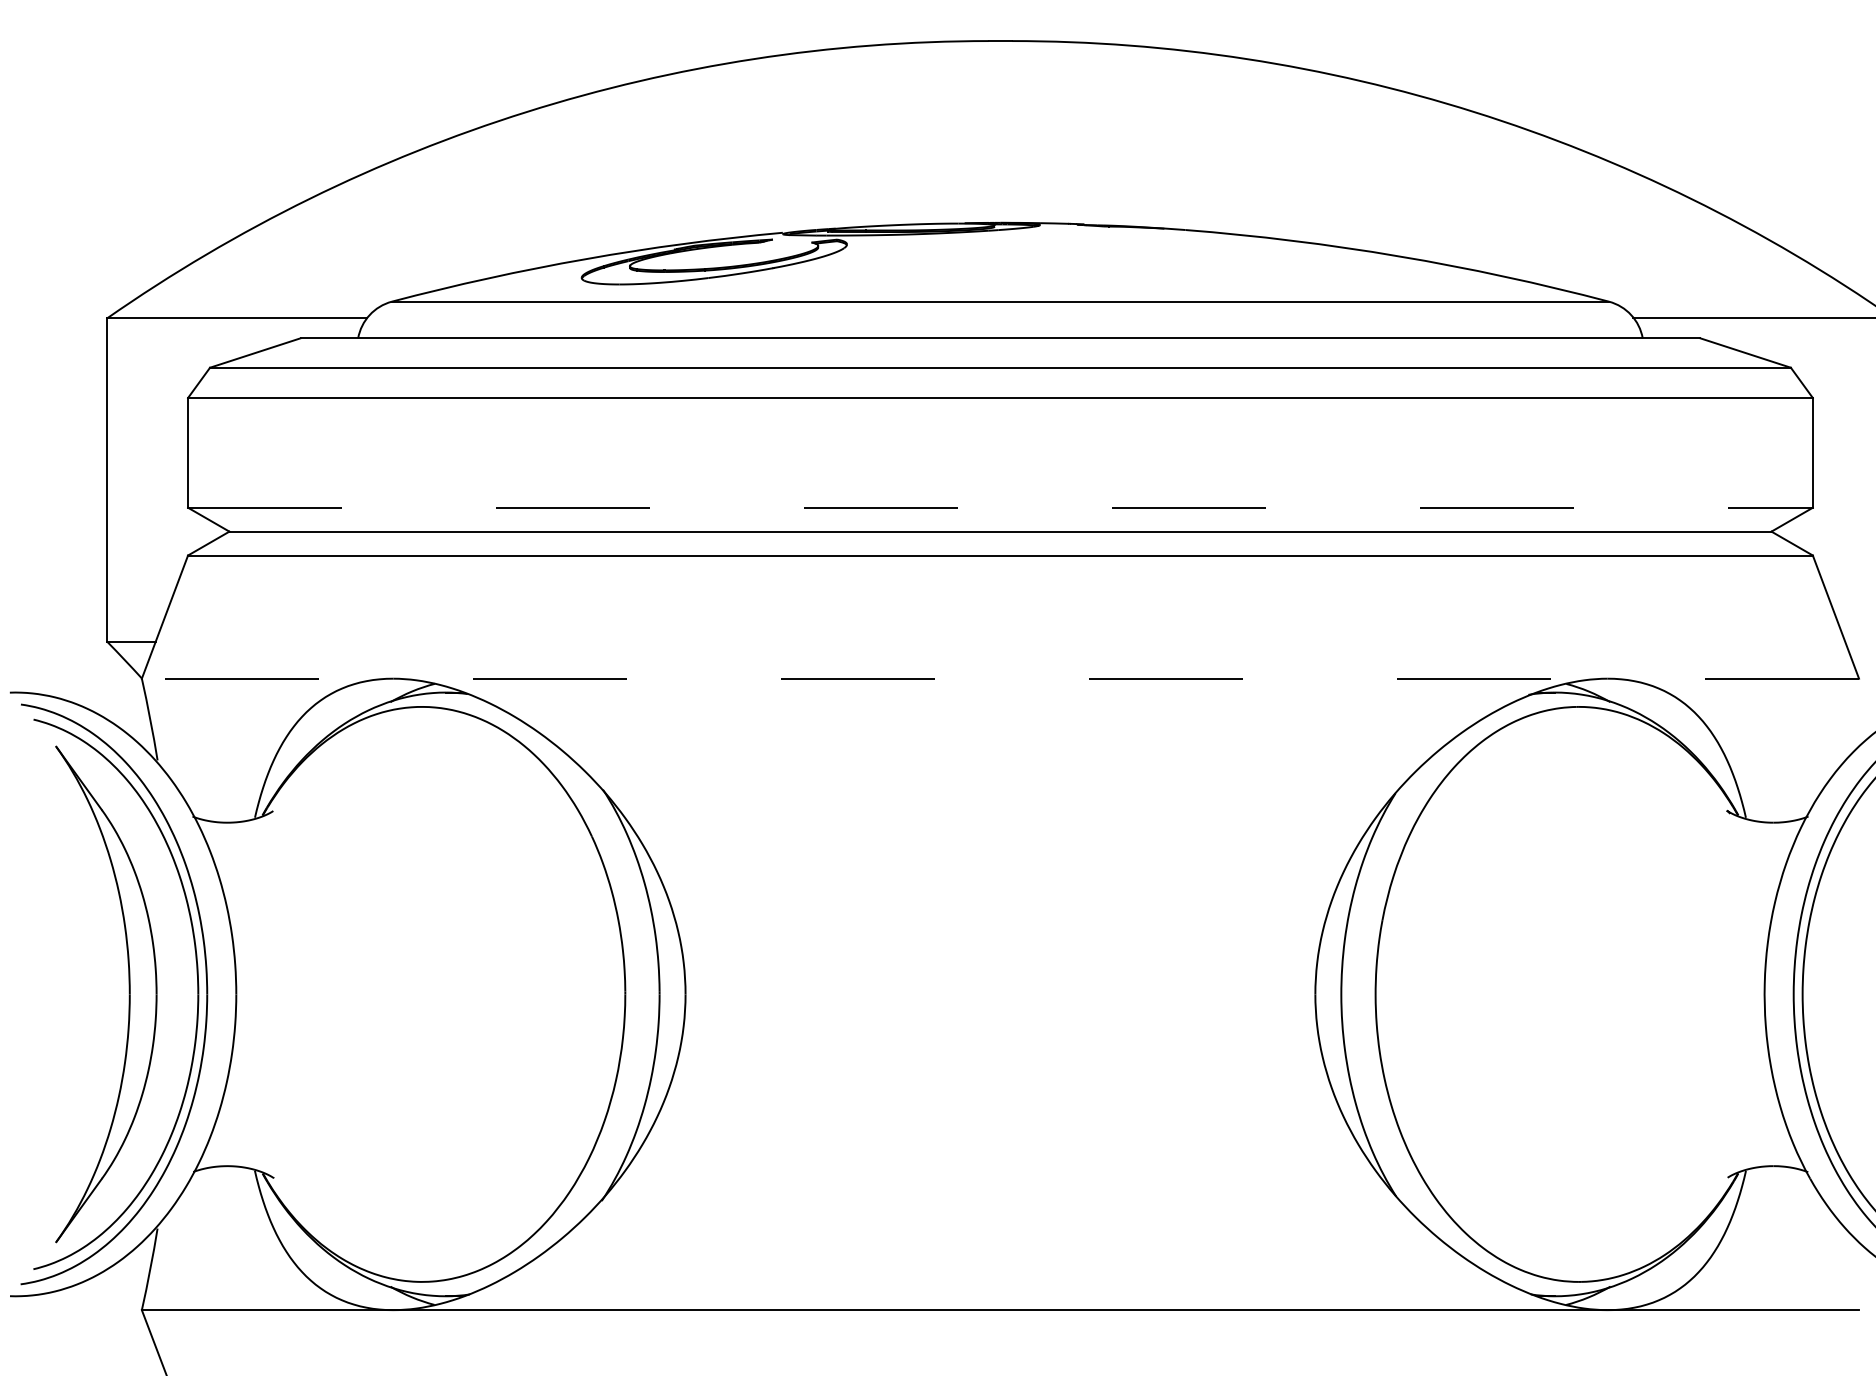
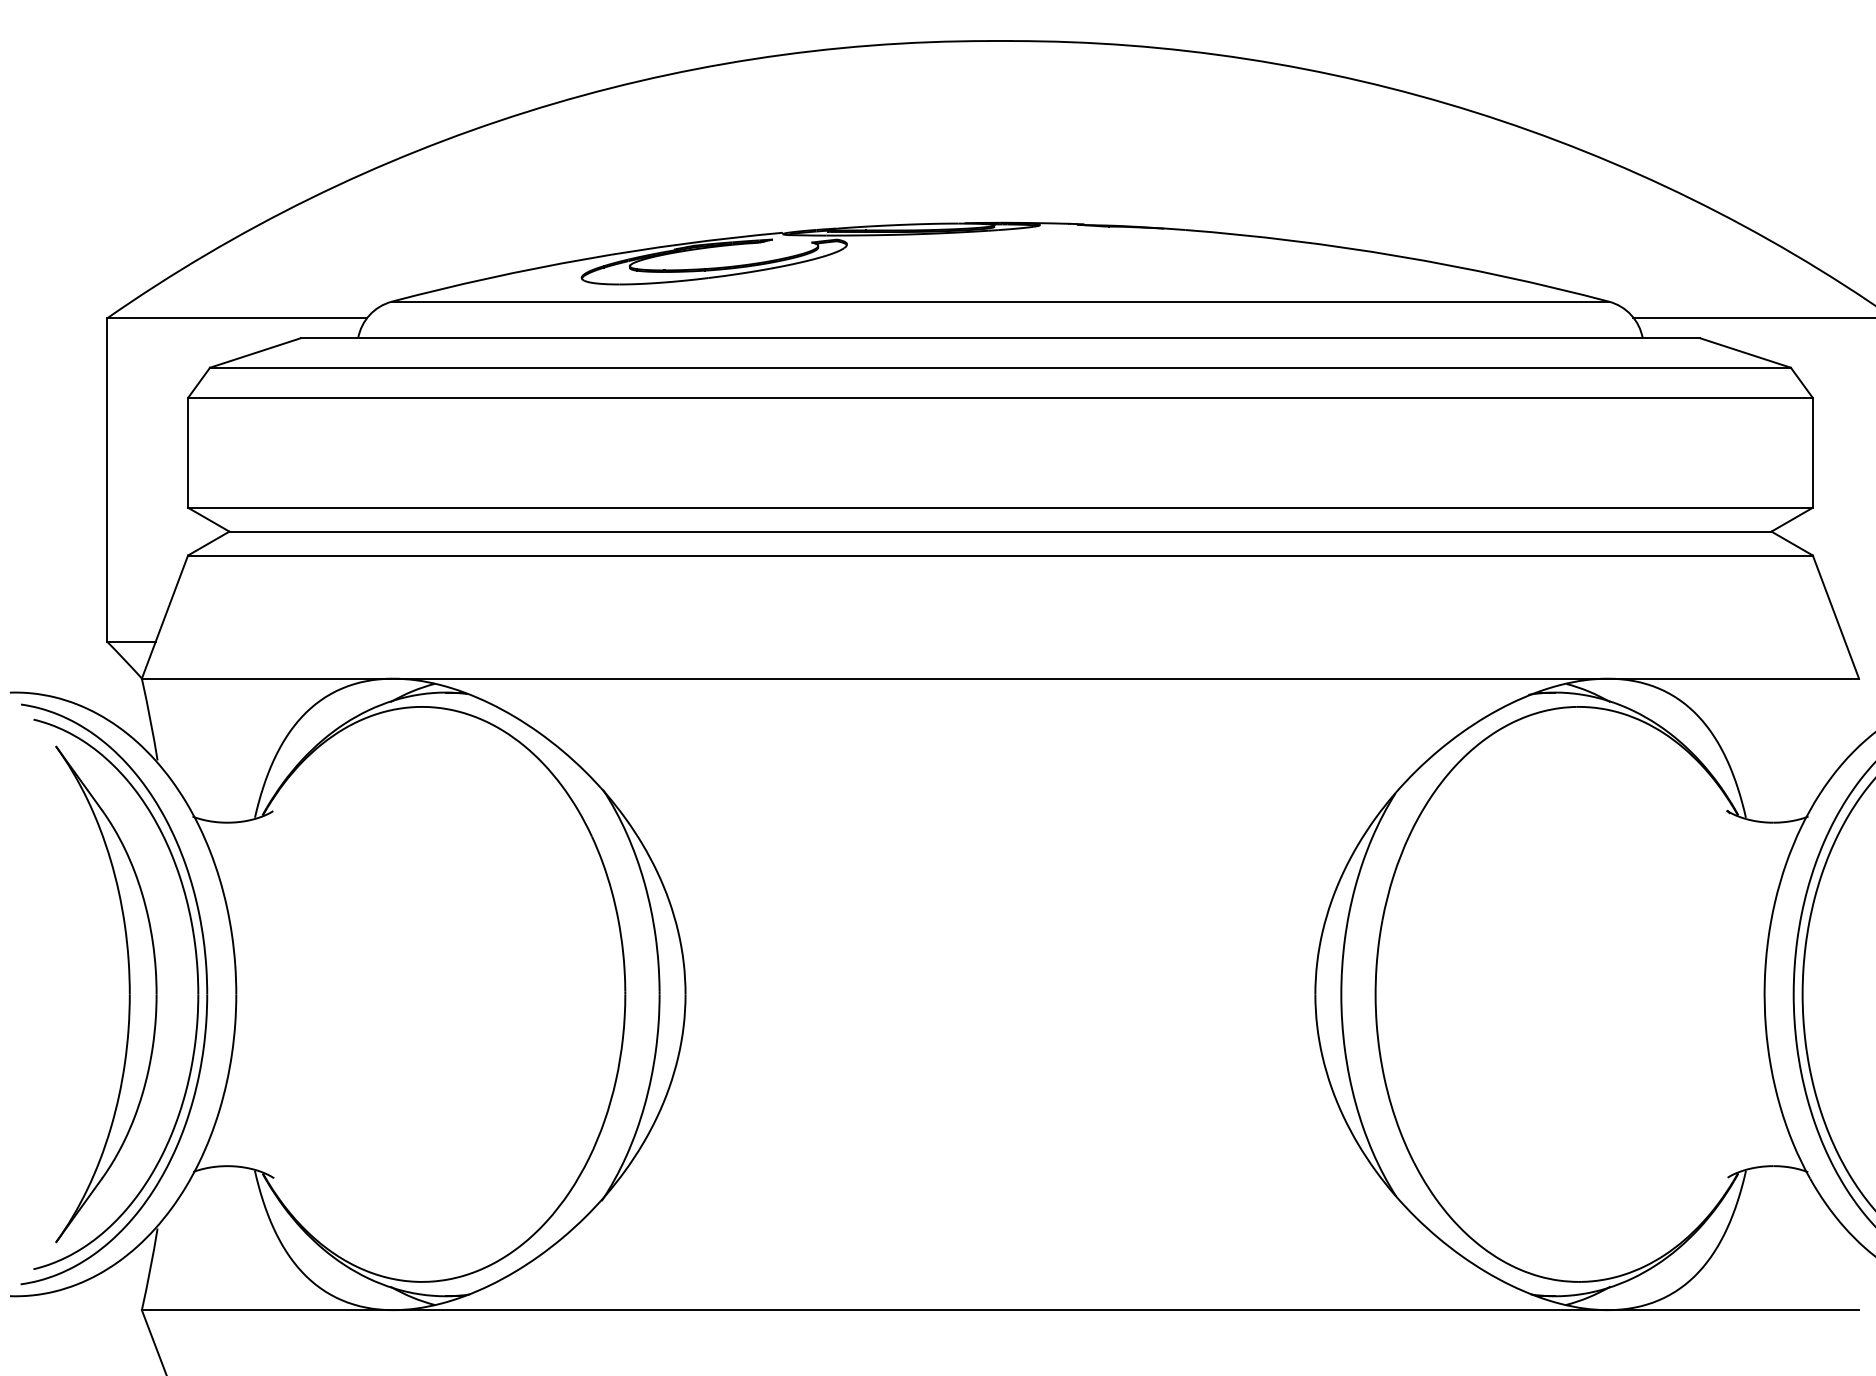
line at (1000, 507): dashed -> solid
line at (1000, 678): dashed -> solid
